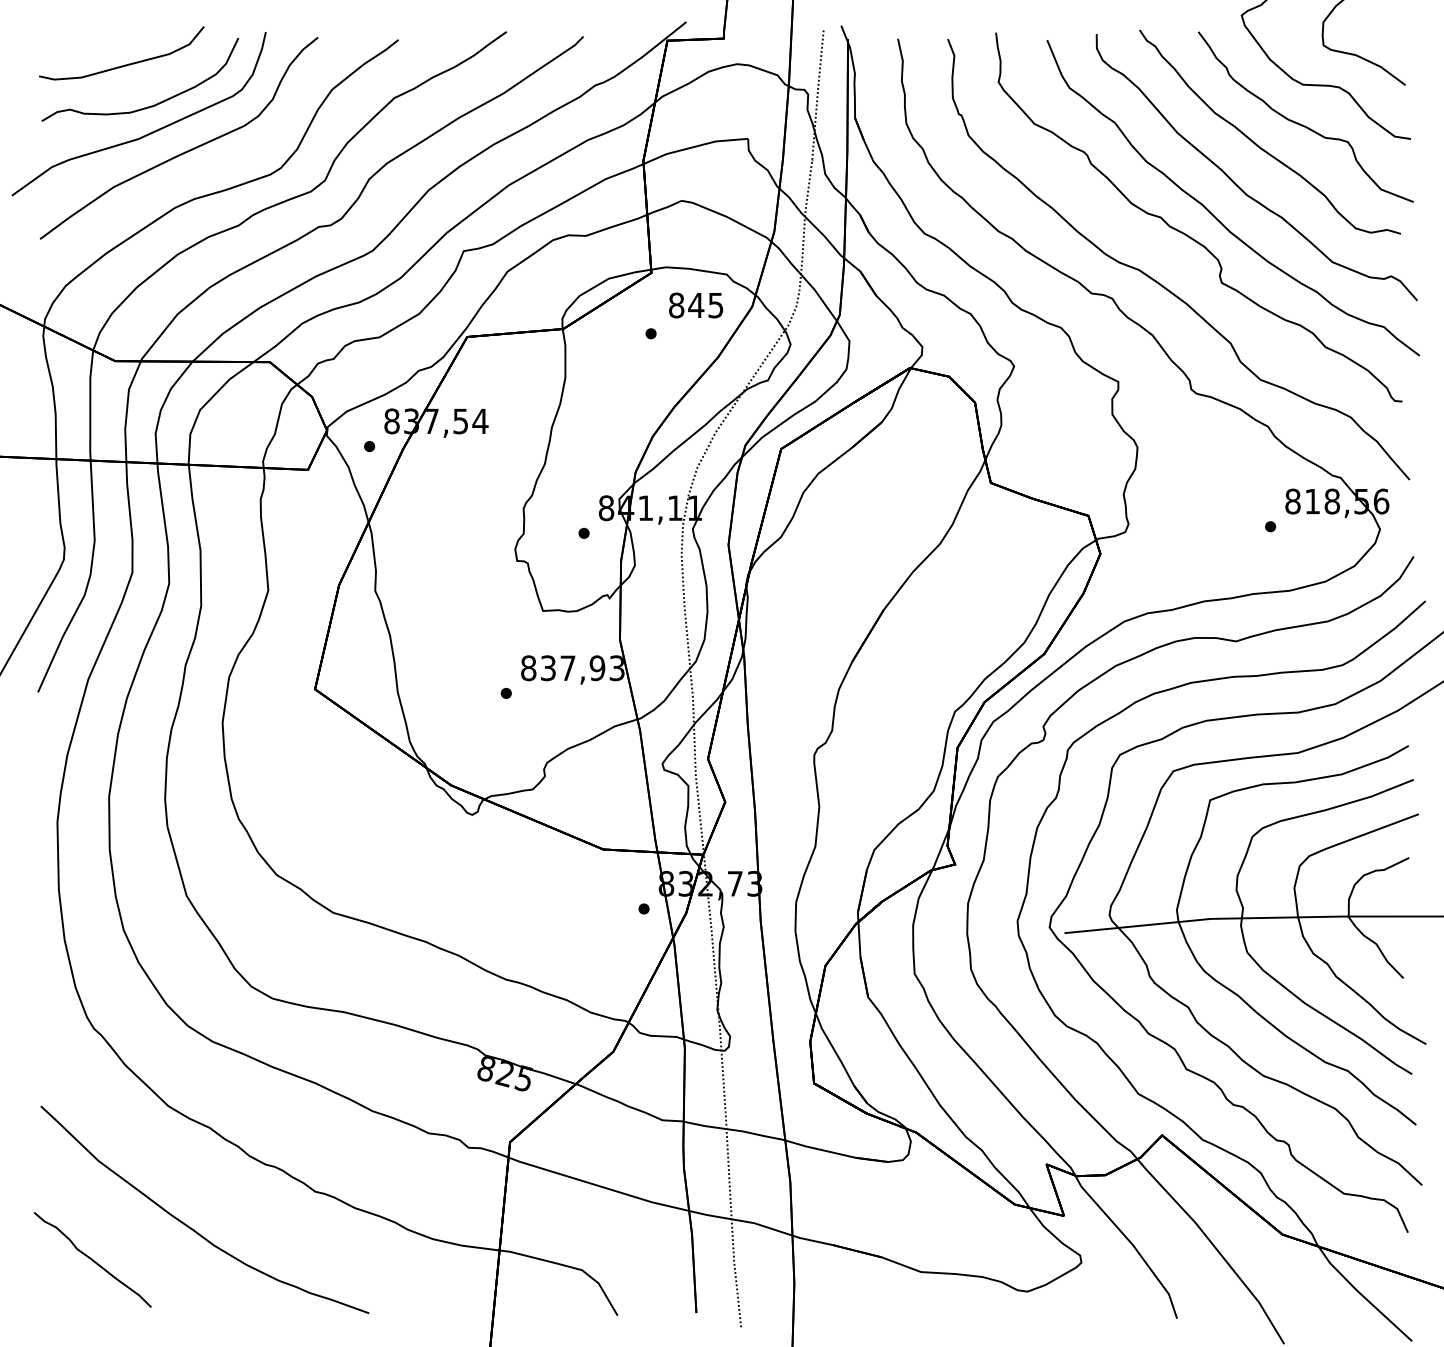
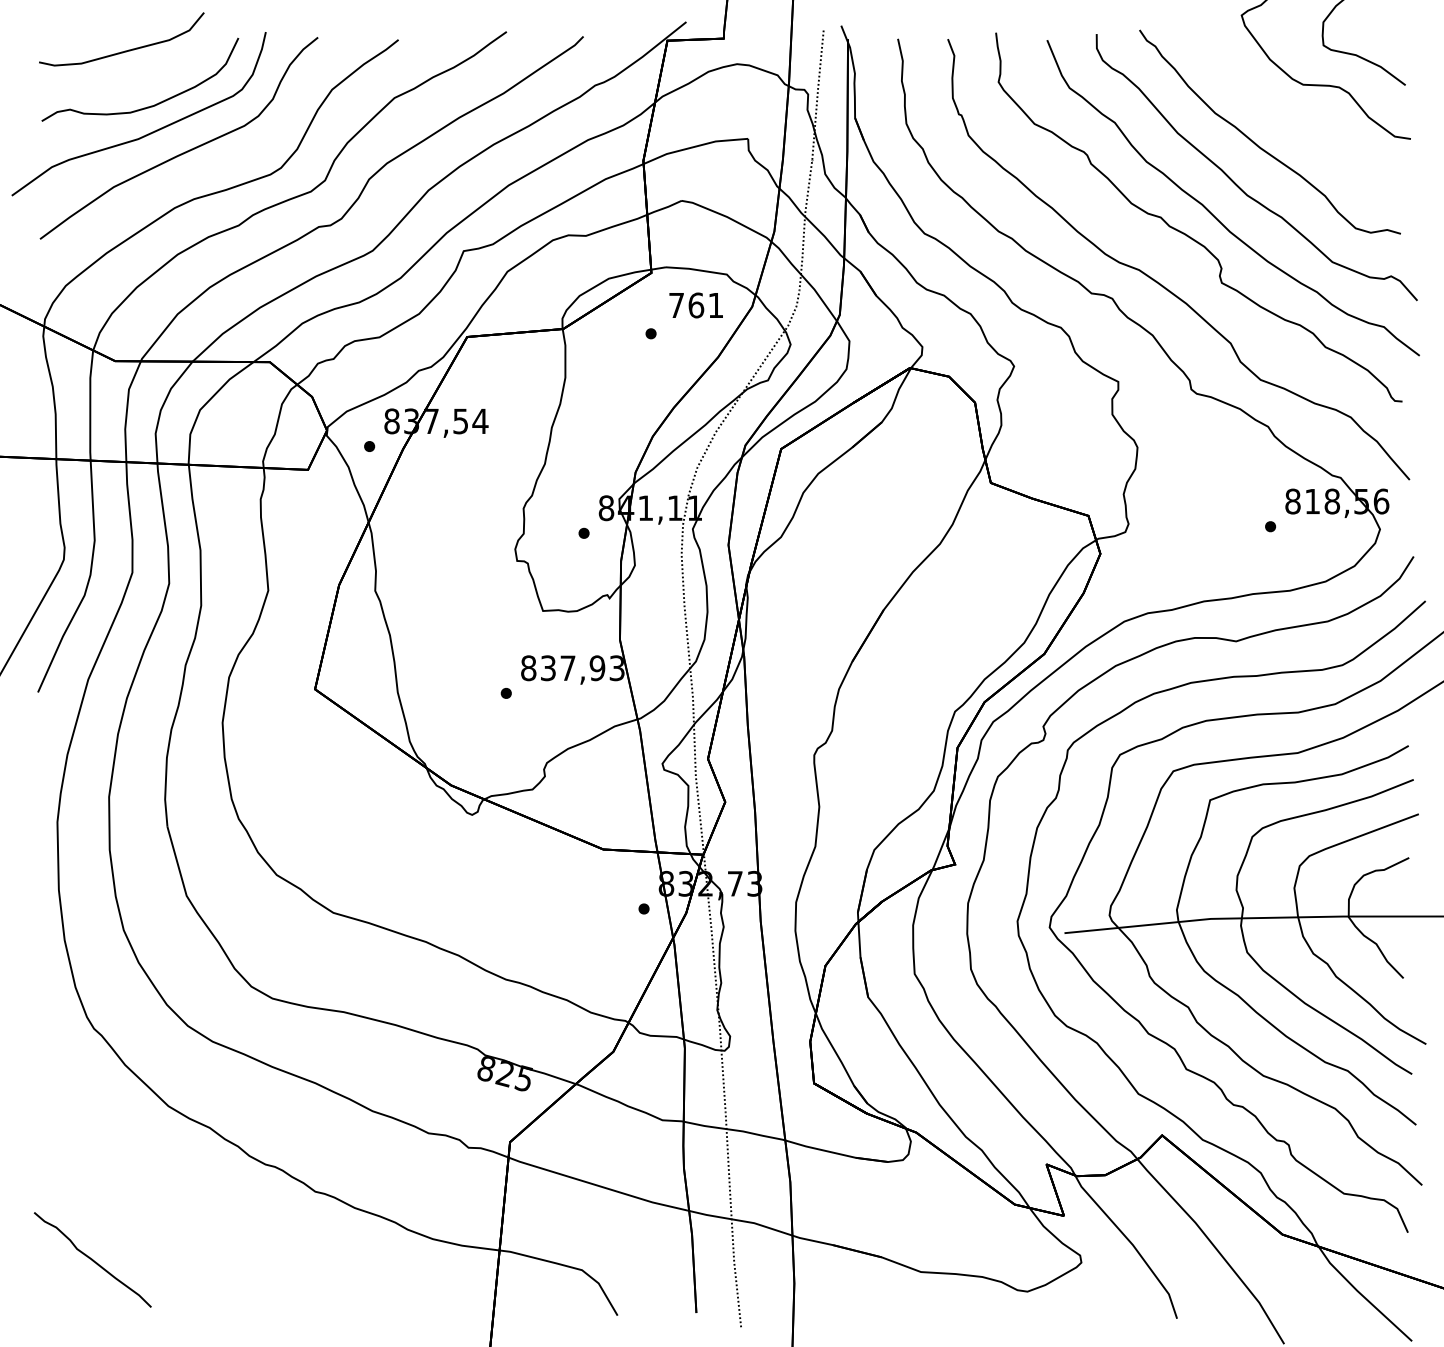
curve at (124, 64) position: (124, 64) -> (124, 50)
curve at (1302, 124): present -> none
text at (696, 305): 845 -> 761
curve at (191, 1227): present -> none
